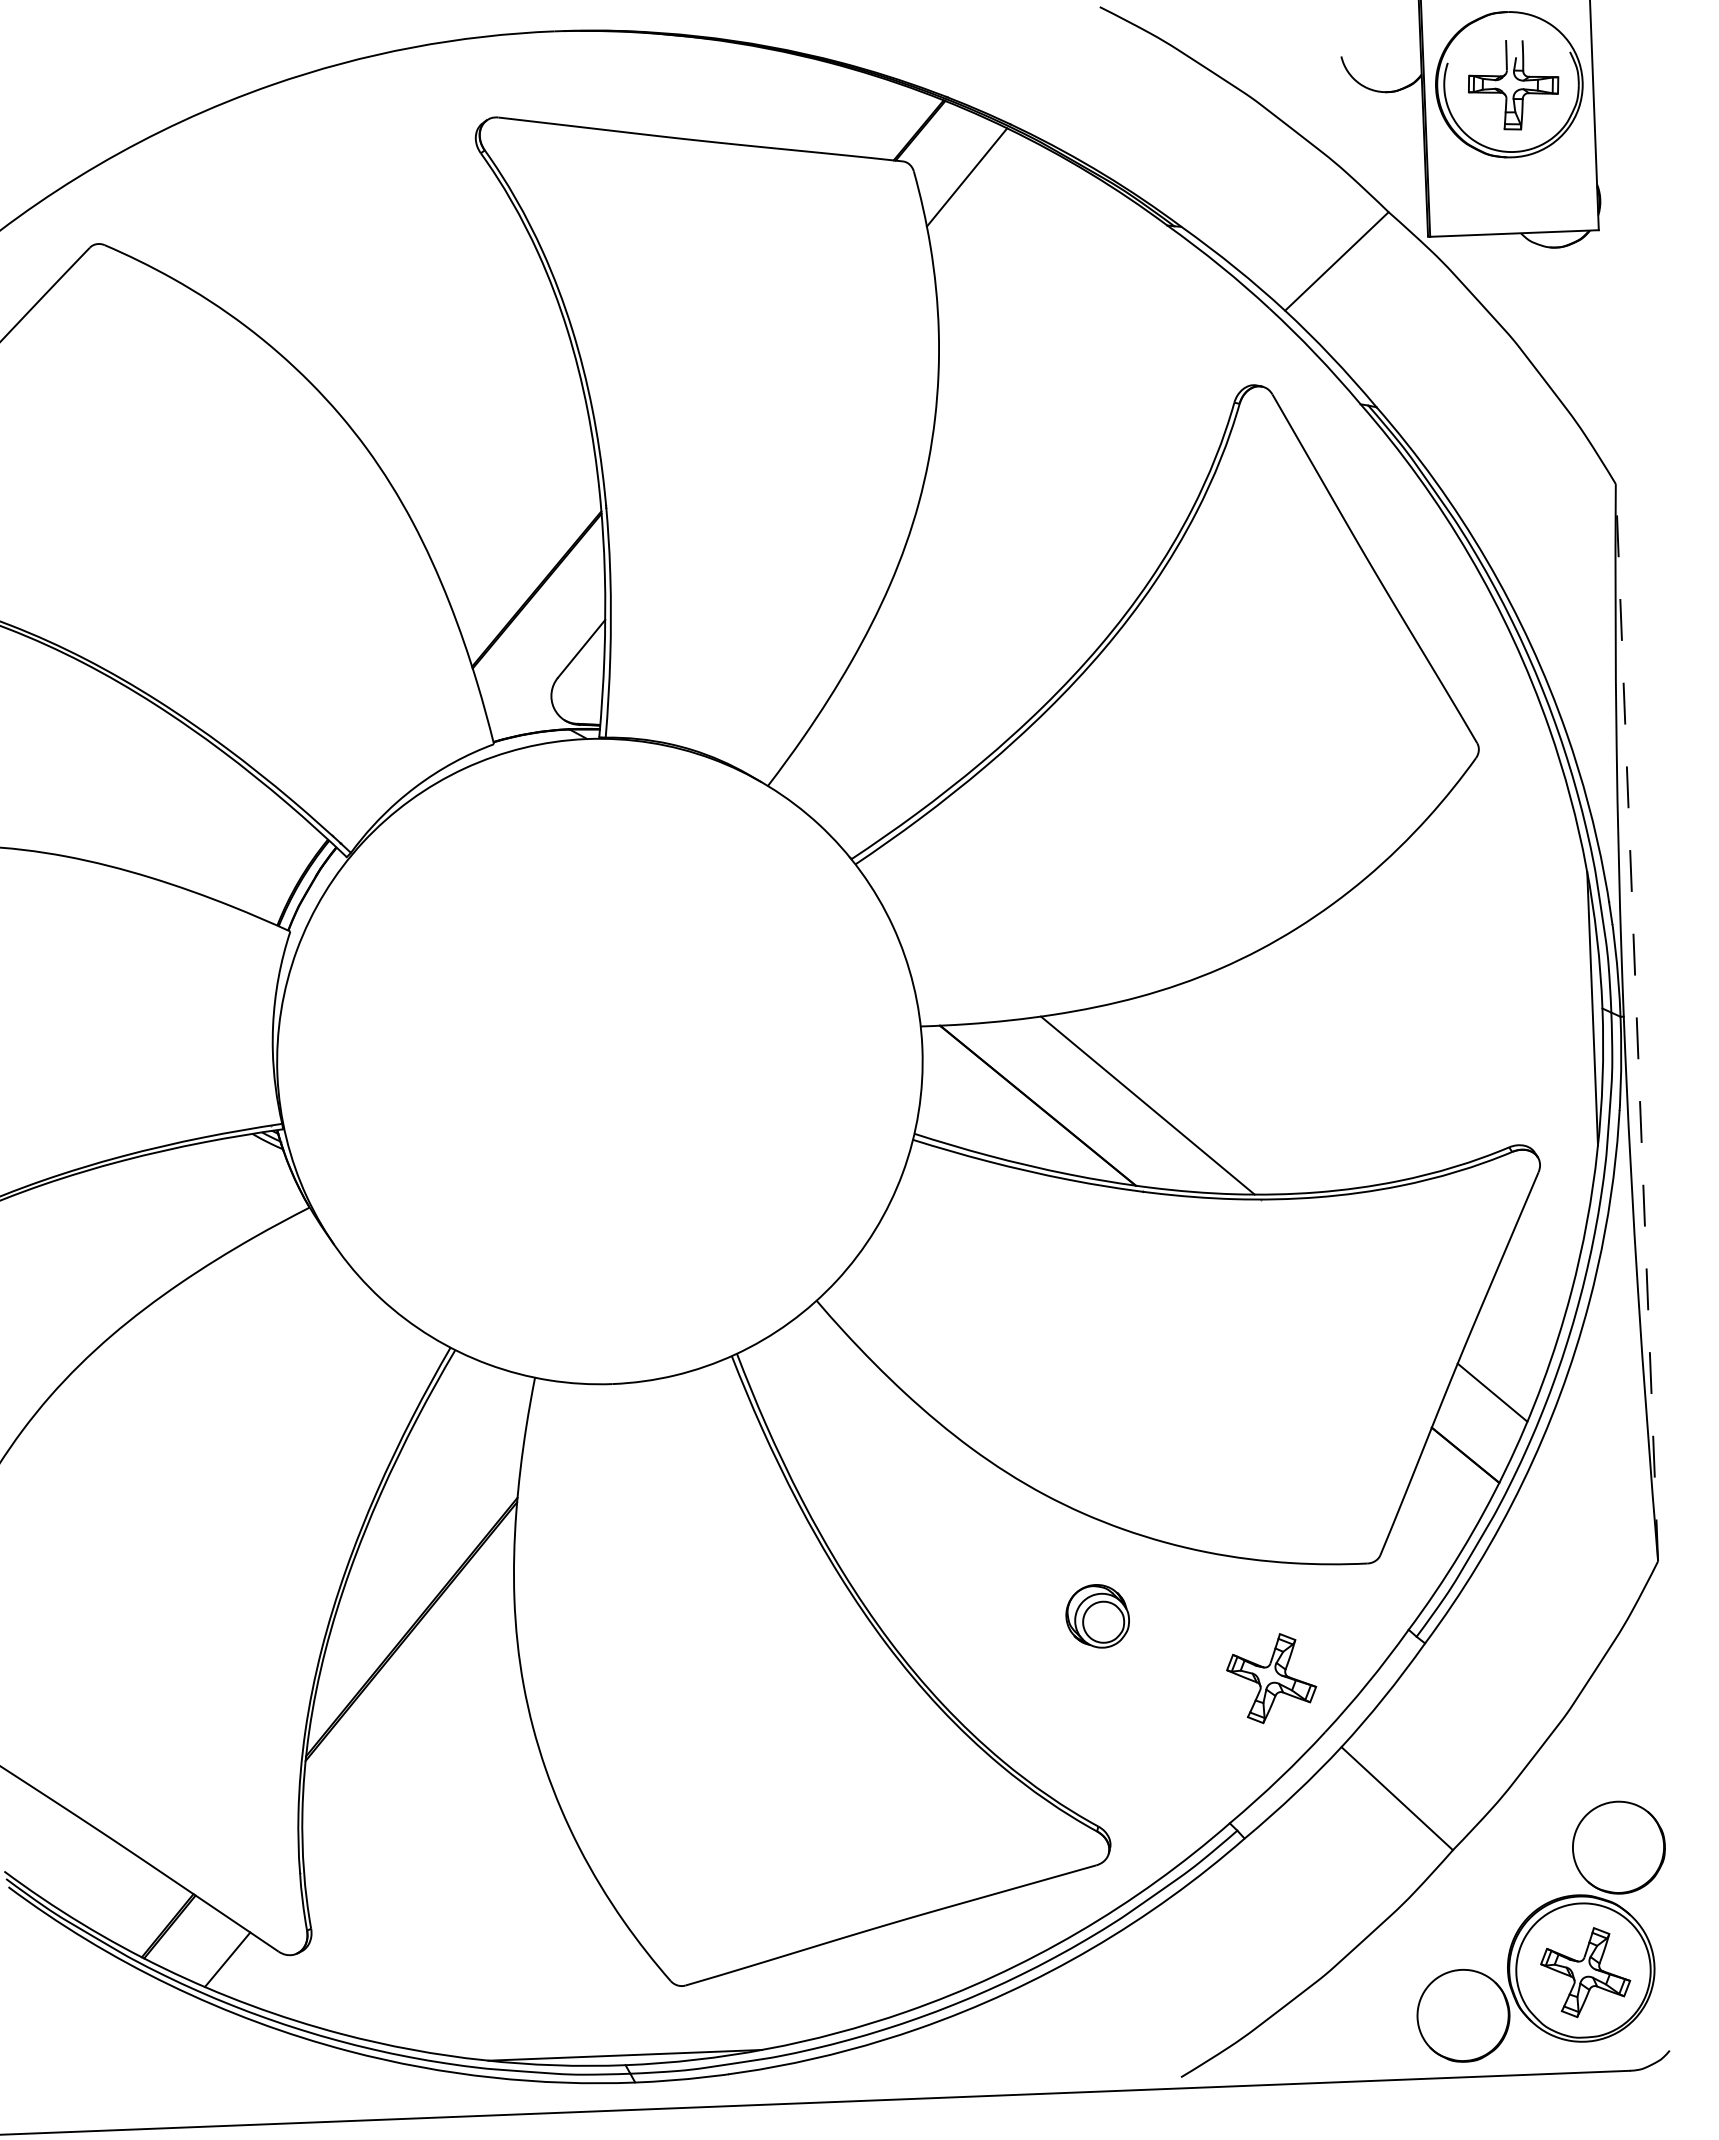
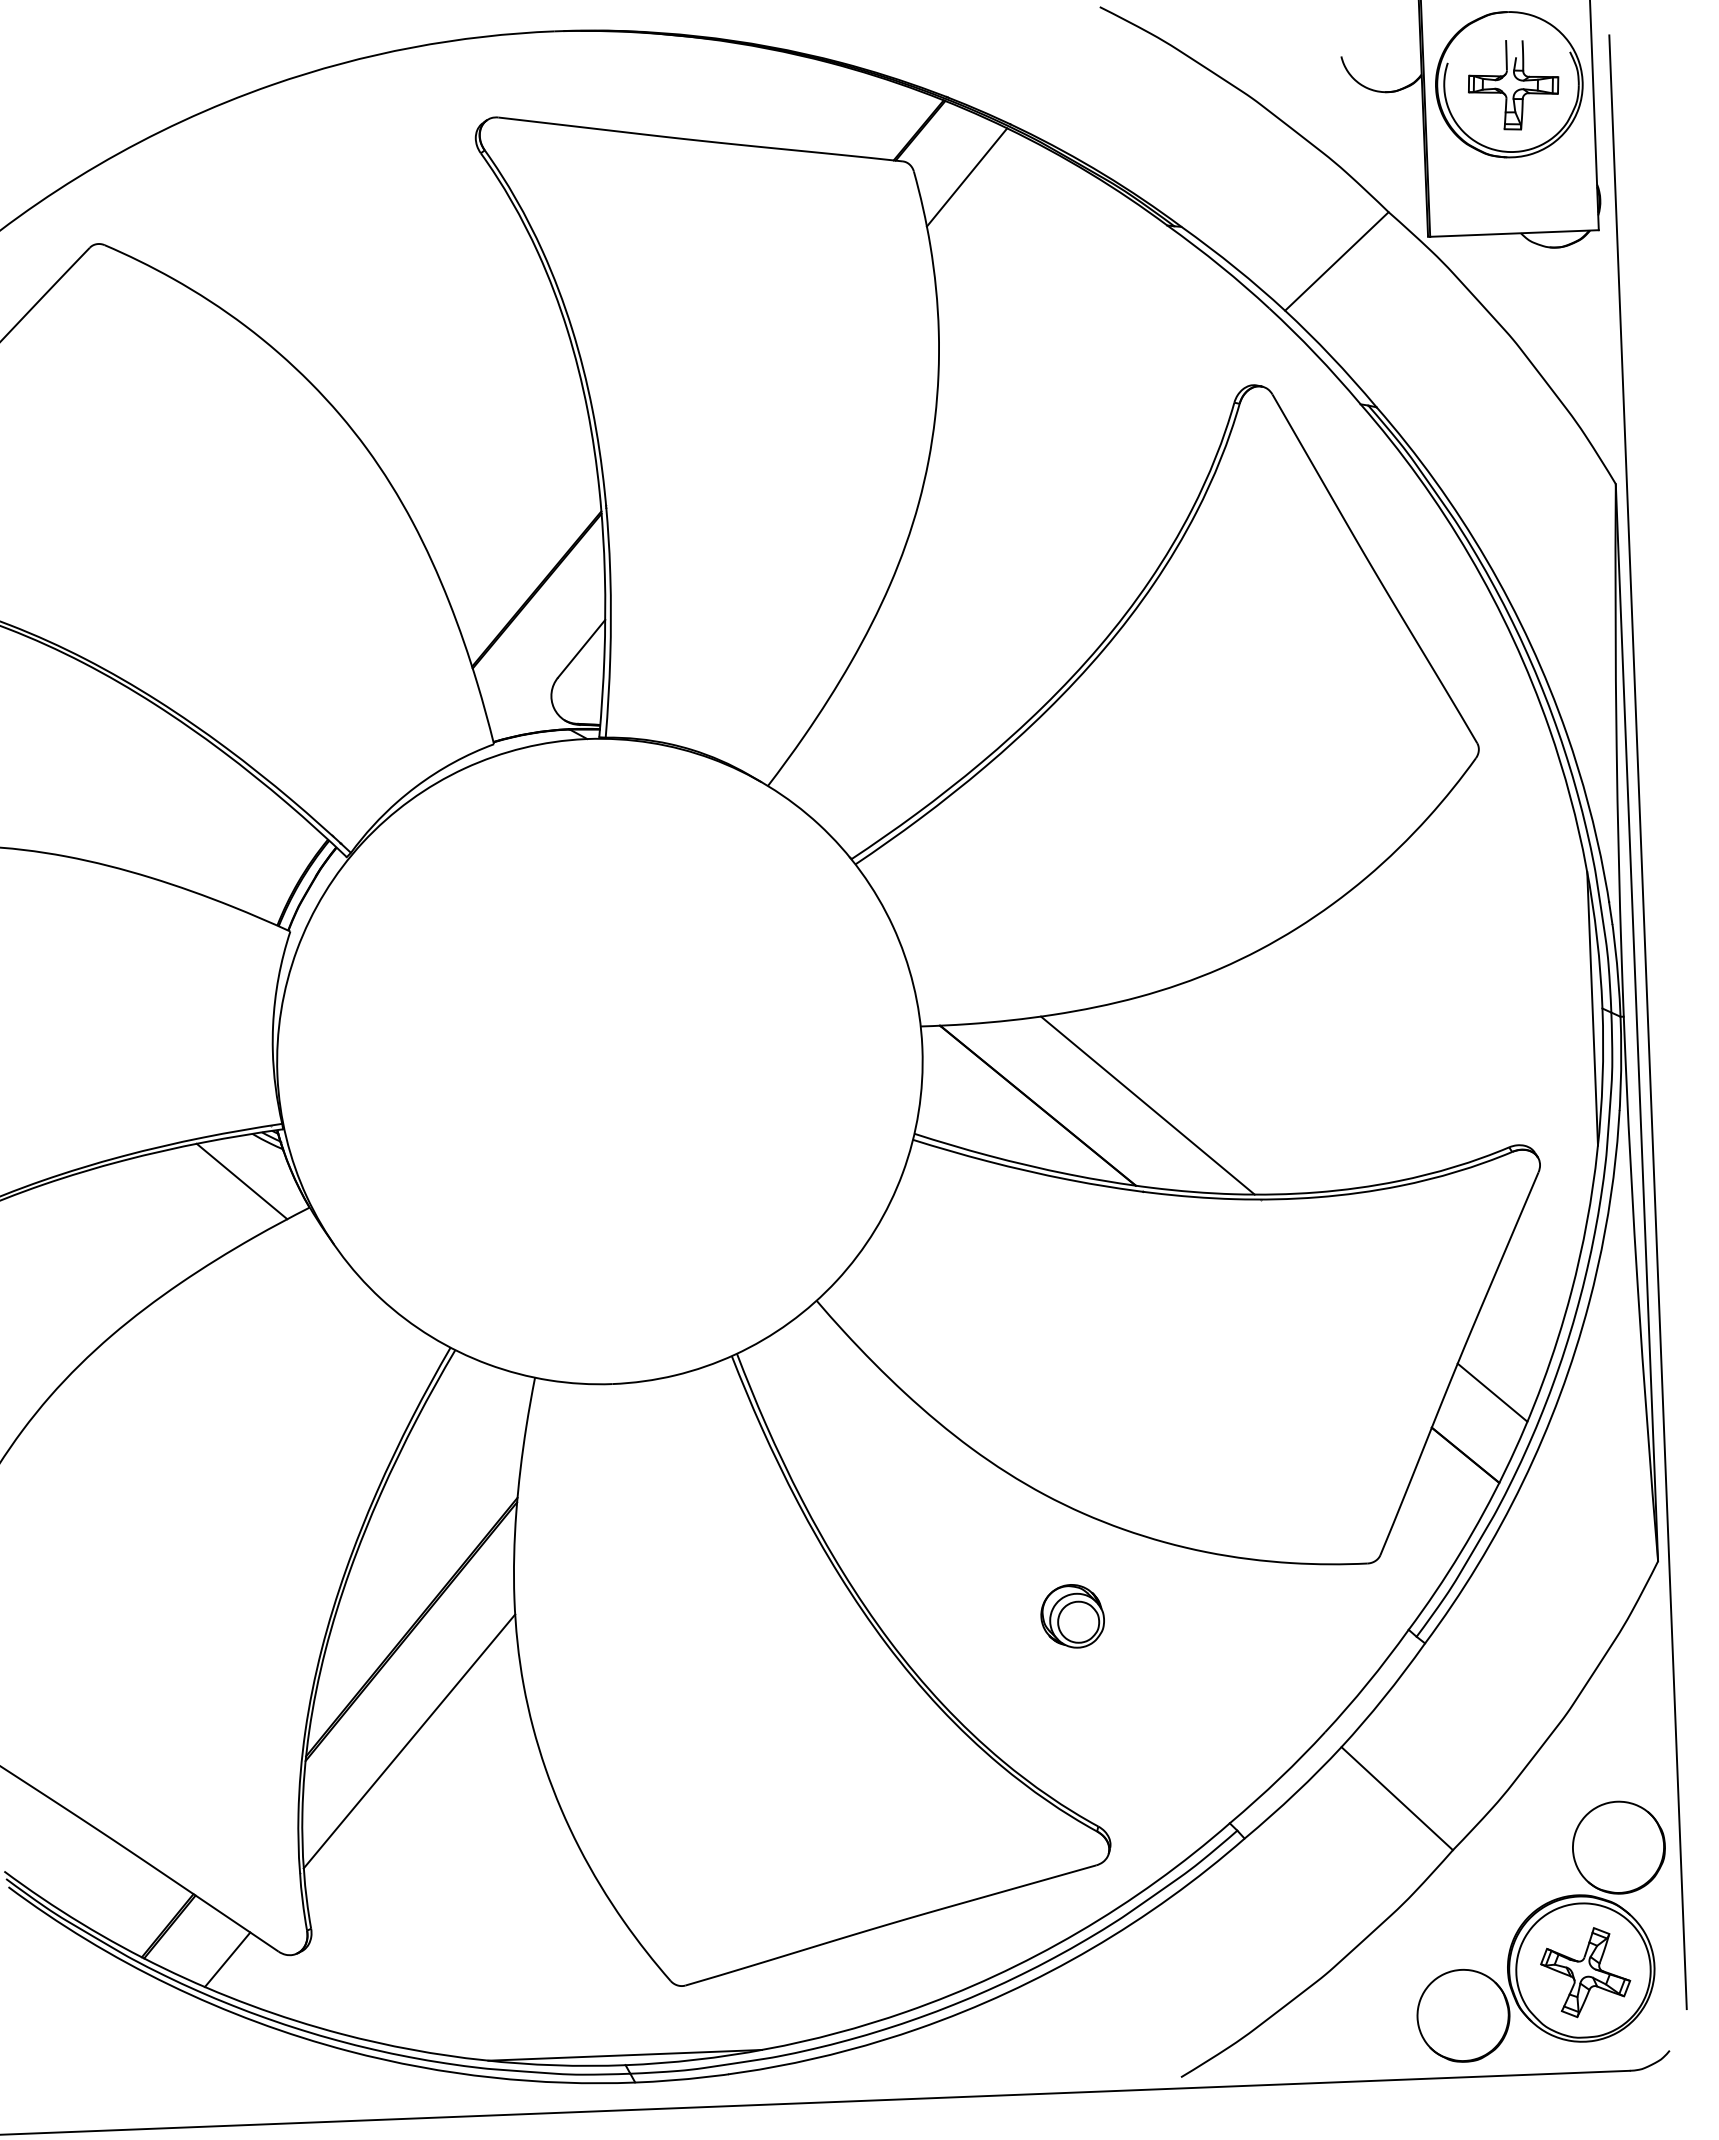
line at (1636, 1022): dashed -> solid
line at (1647, 1022): none -> present
line at (241, 1181): none -> present
part at (1097, 1616) position: (1097, 1616) -> (1072, 1616)
part at (1271, 1678): present -> none
line at (409, 1741): none -> present
